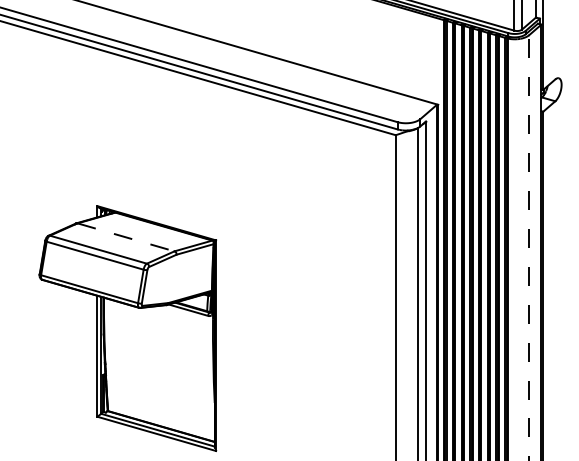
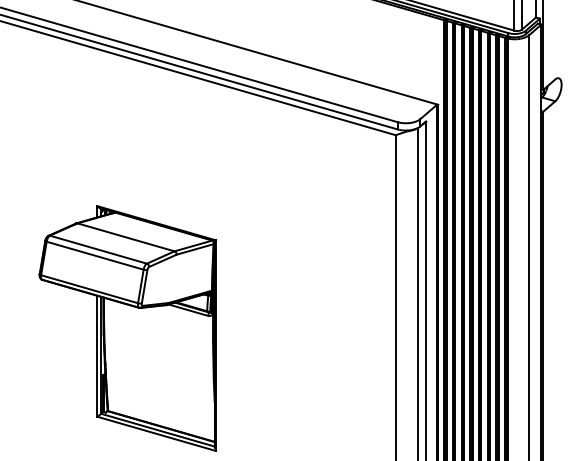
line at (126, 237): dashed -> solid
line at (529, 247): dashed -> solid
